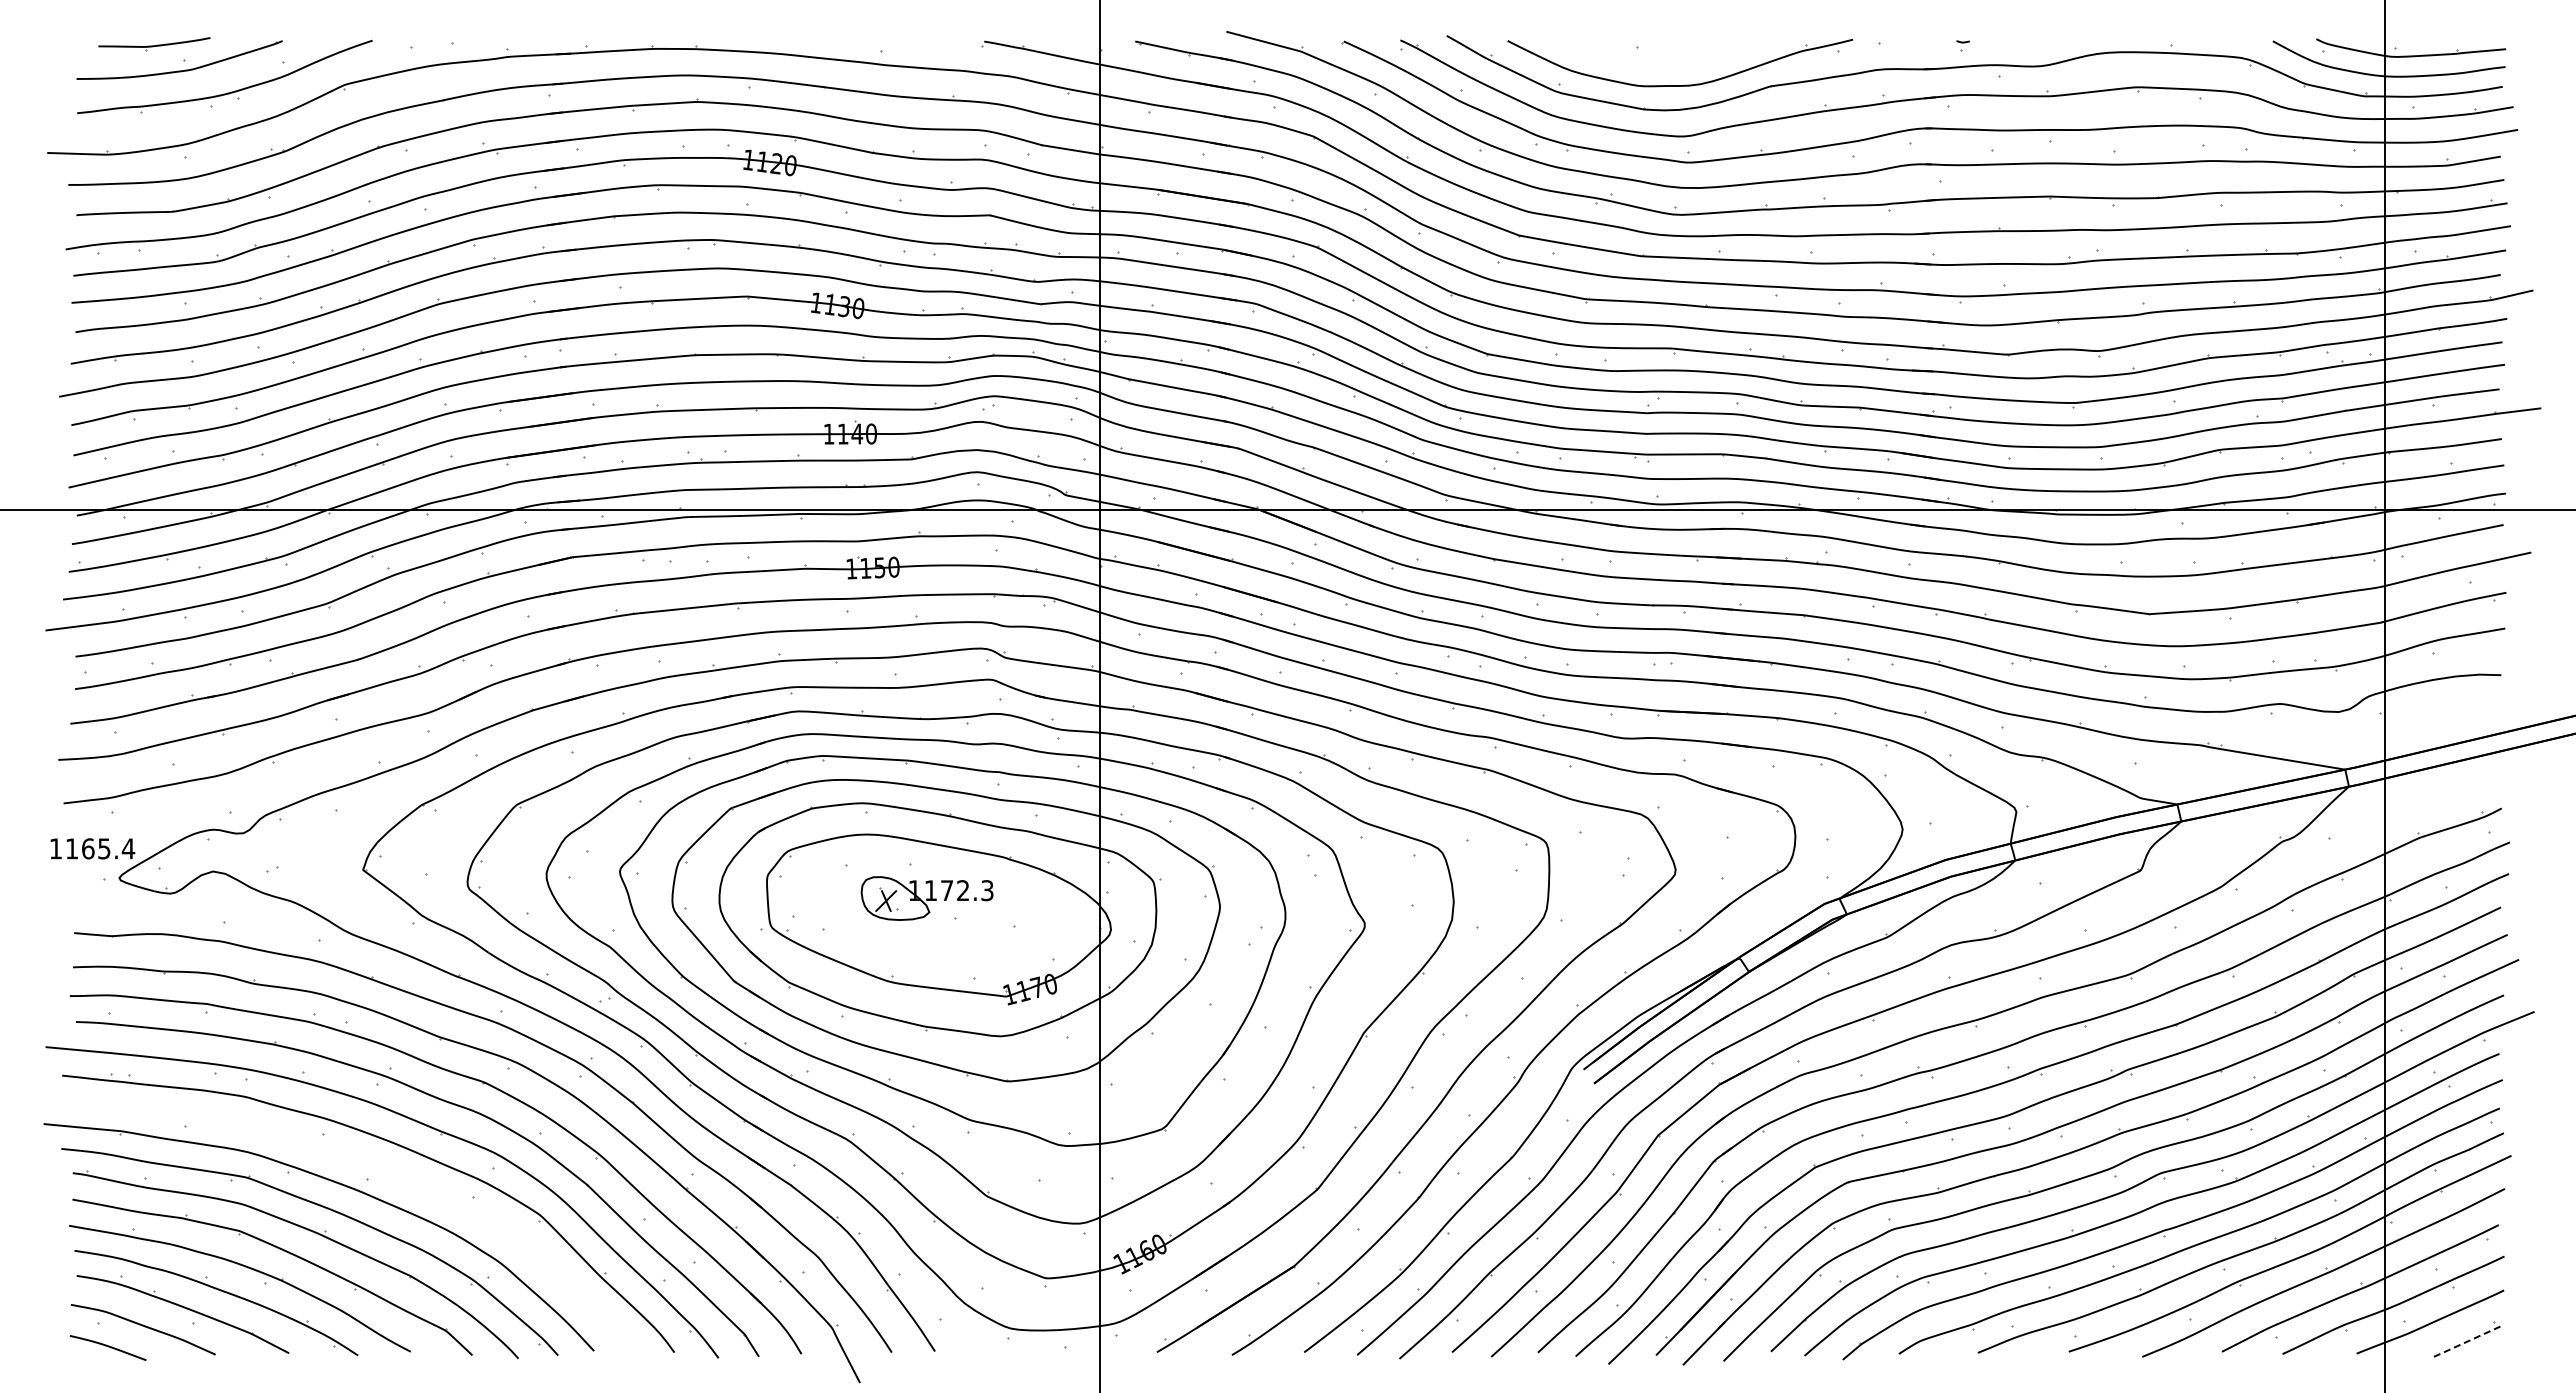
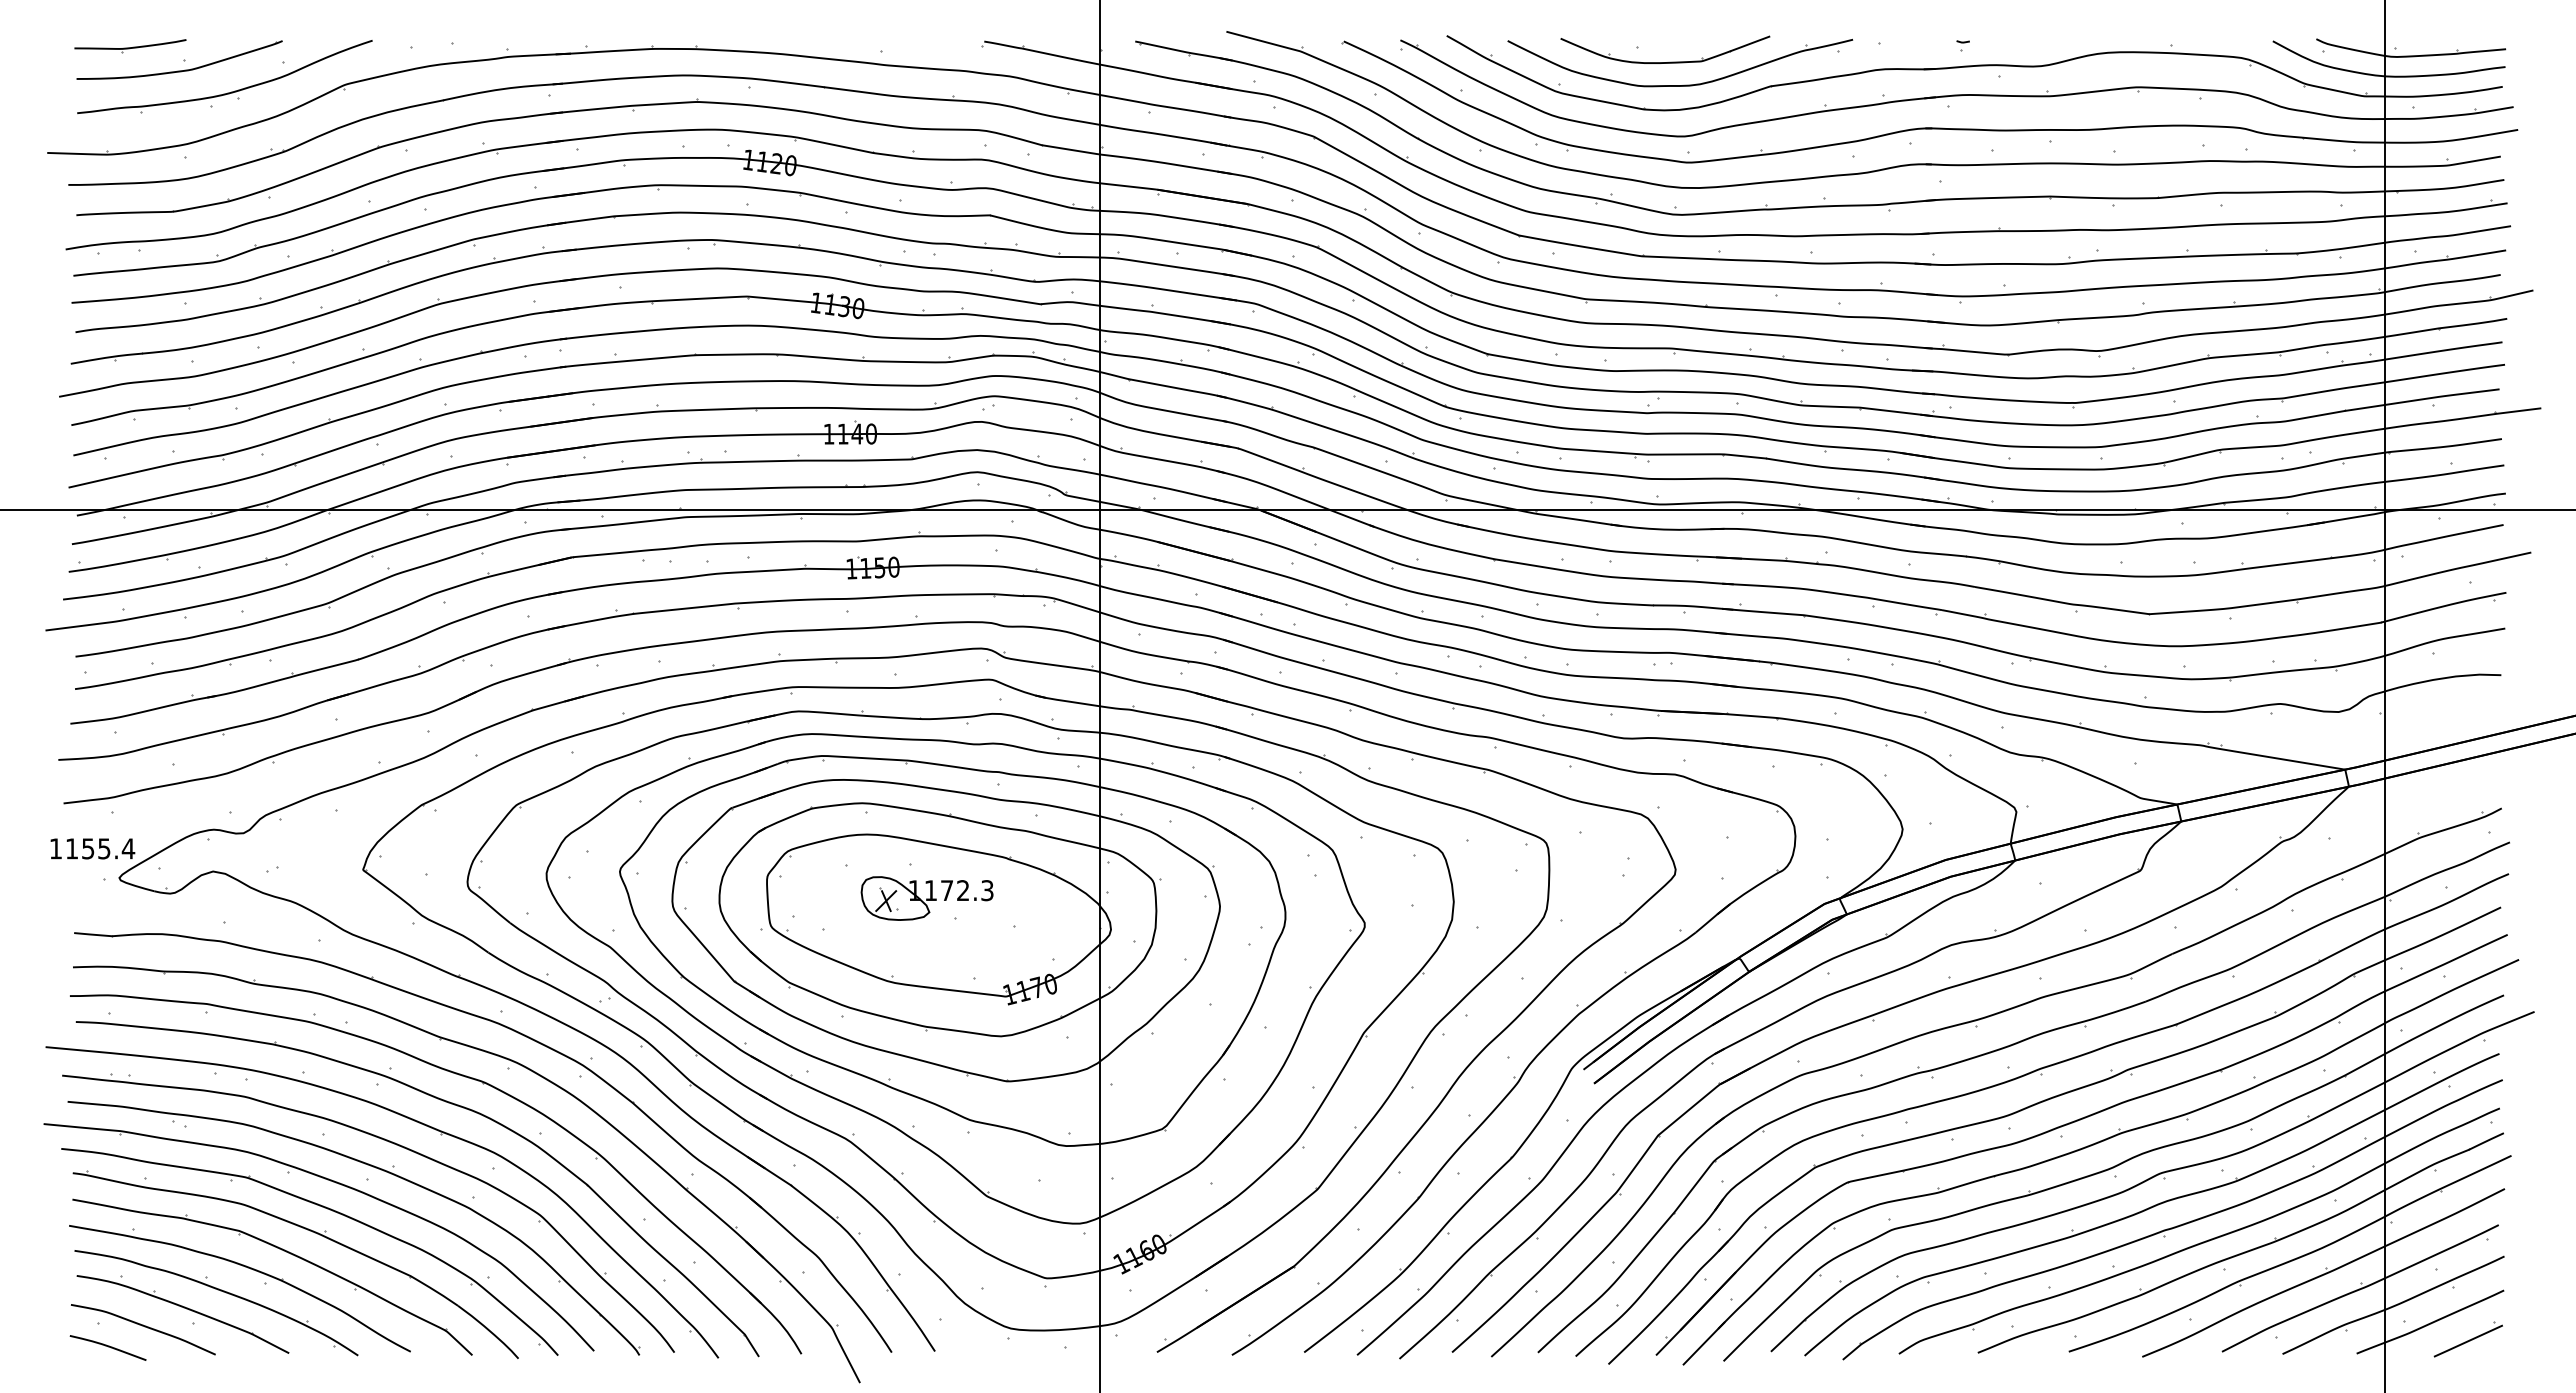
part at (154, 44) position: (154, 44) -> (130, 46)
part at (1669, 61): none -> present
text at (88, 848): 1165.4 -> 1155.4
part at (375, 1168): none -> present
line at (2467, 1341): dashed -> solid
